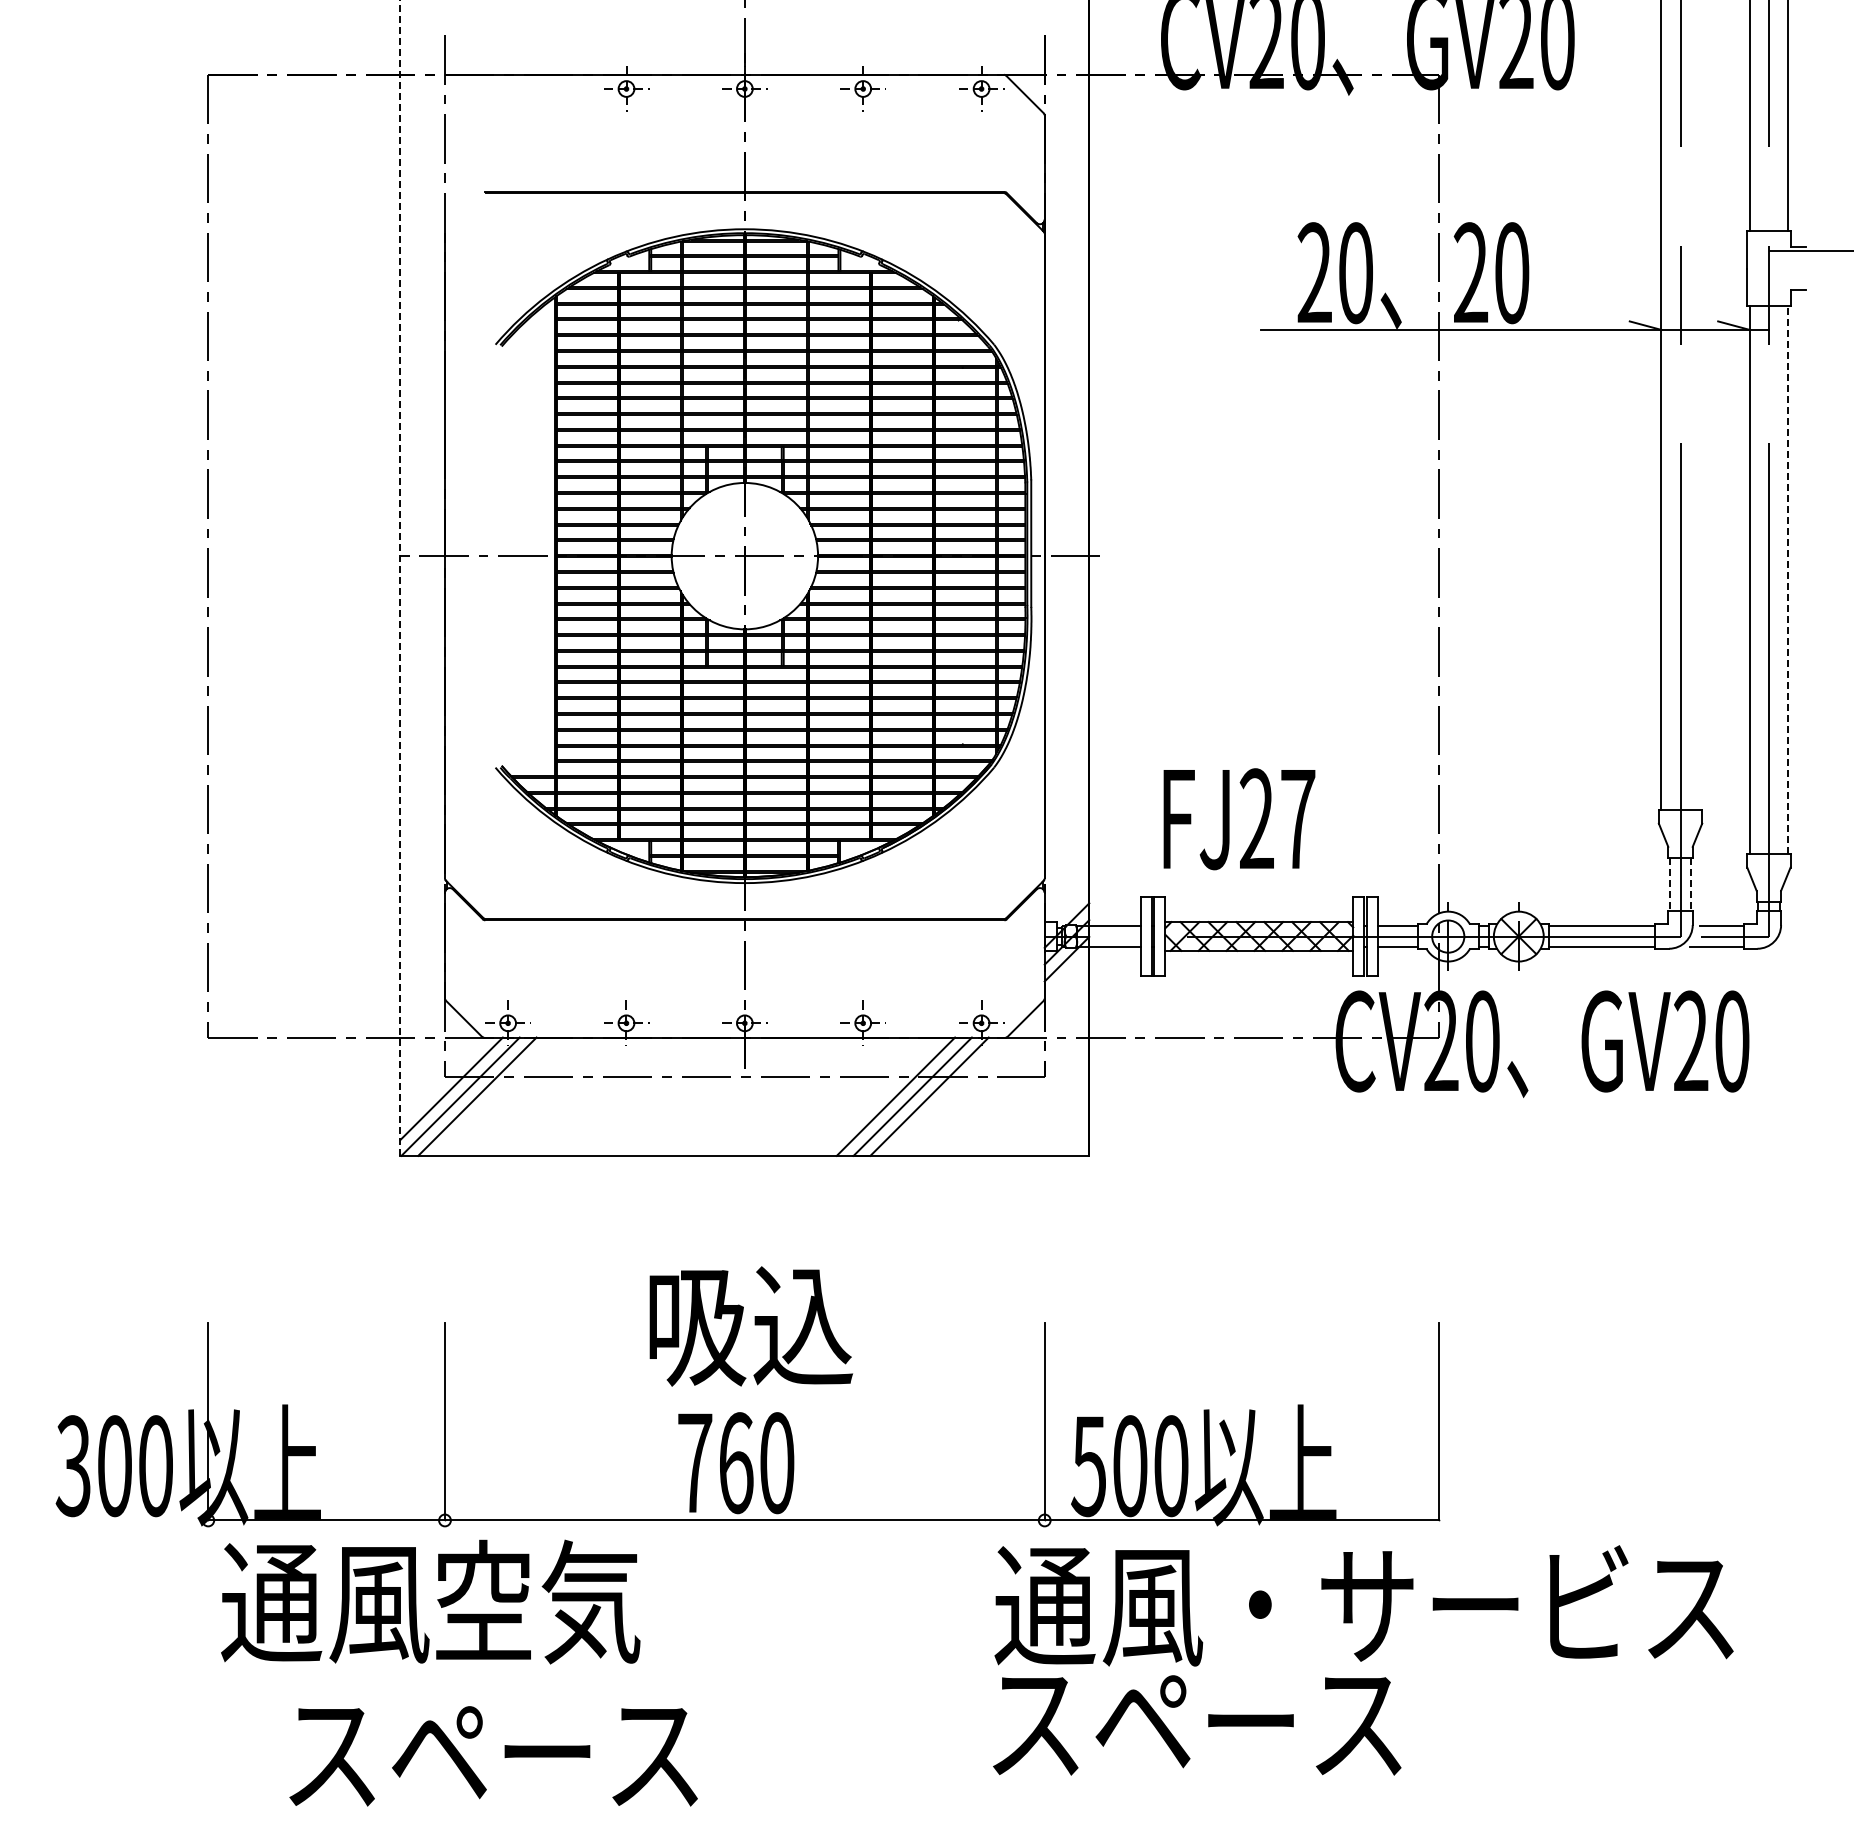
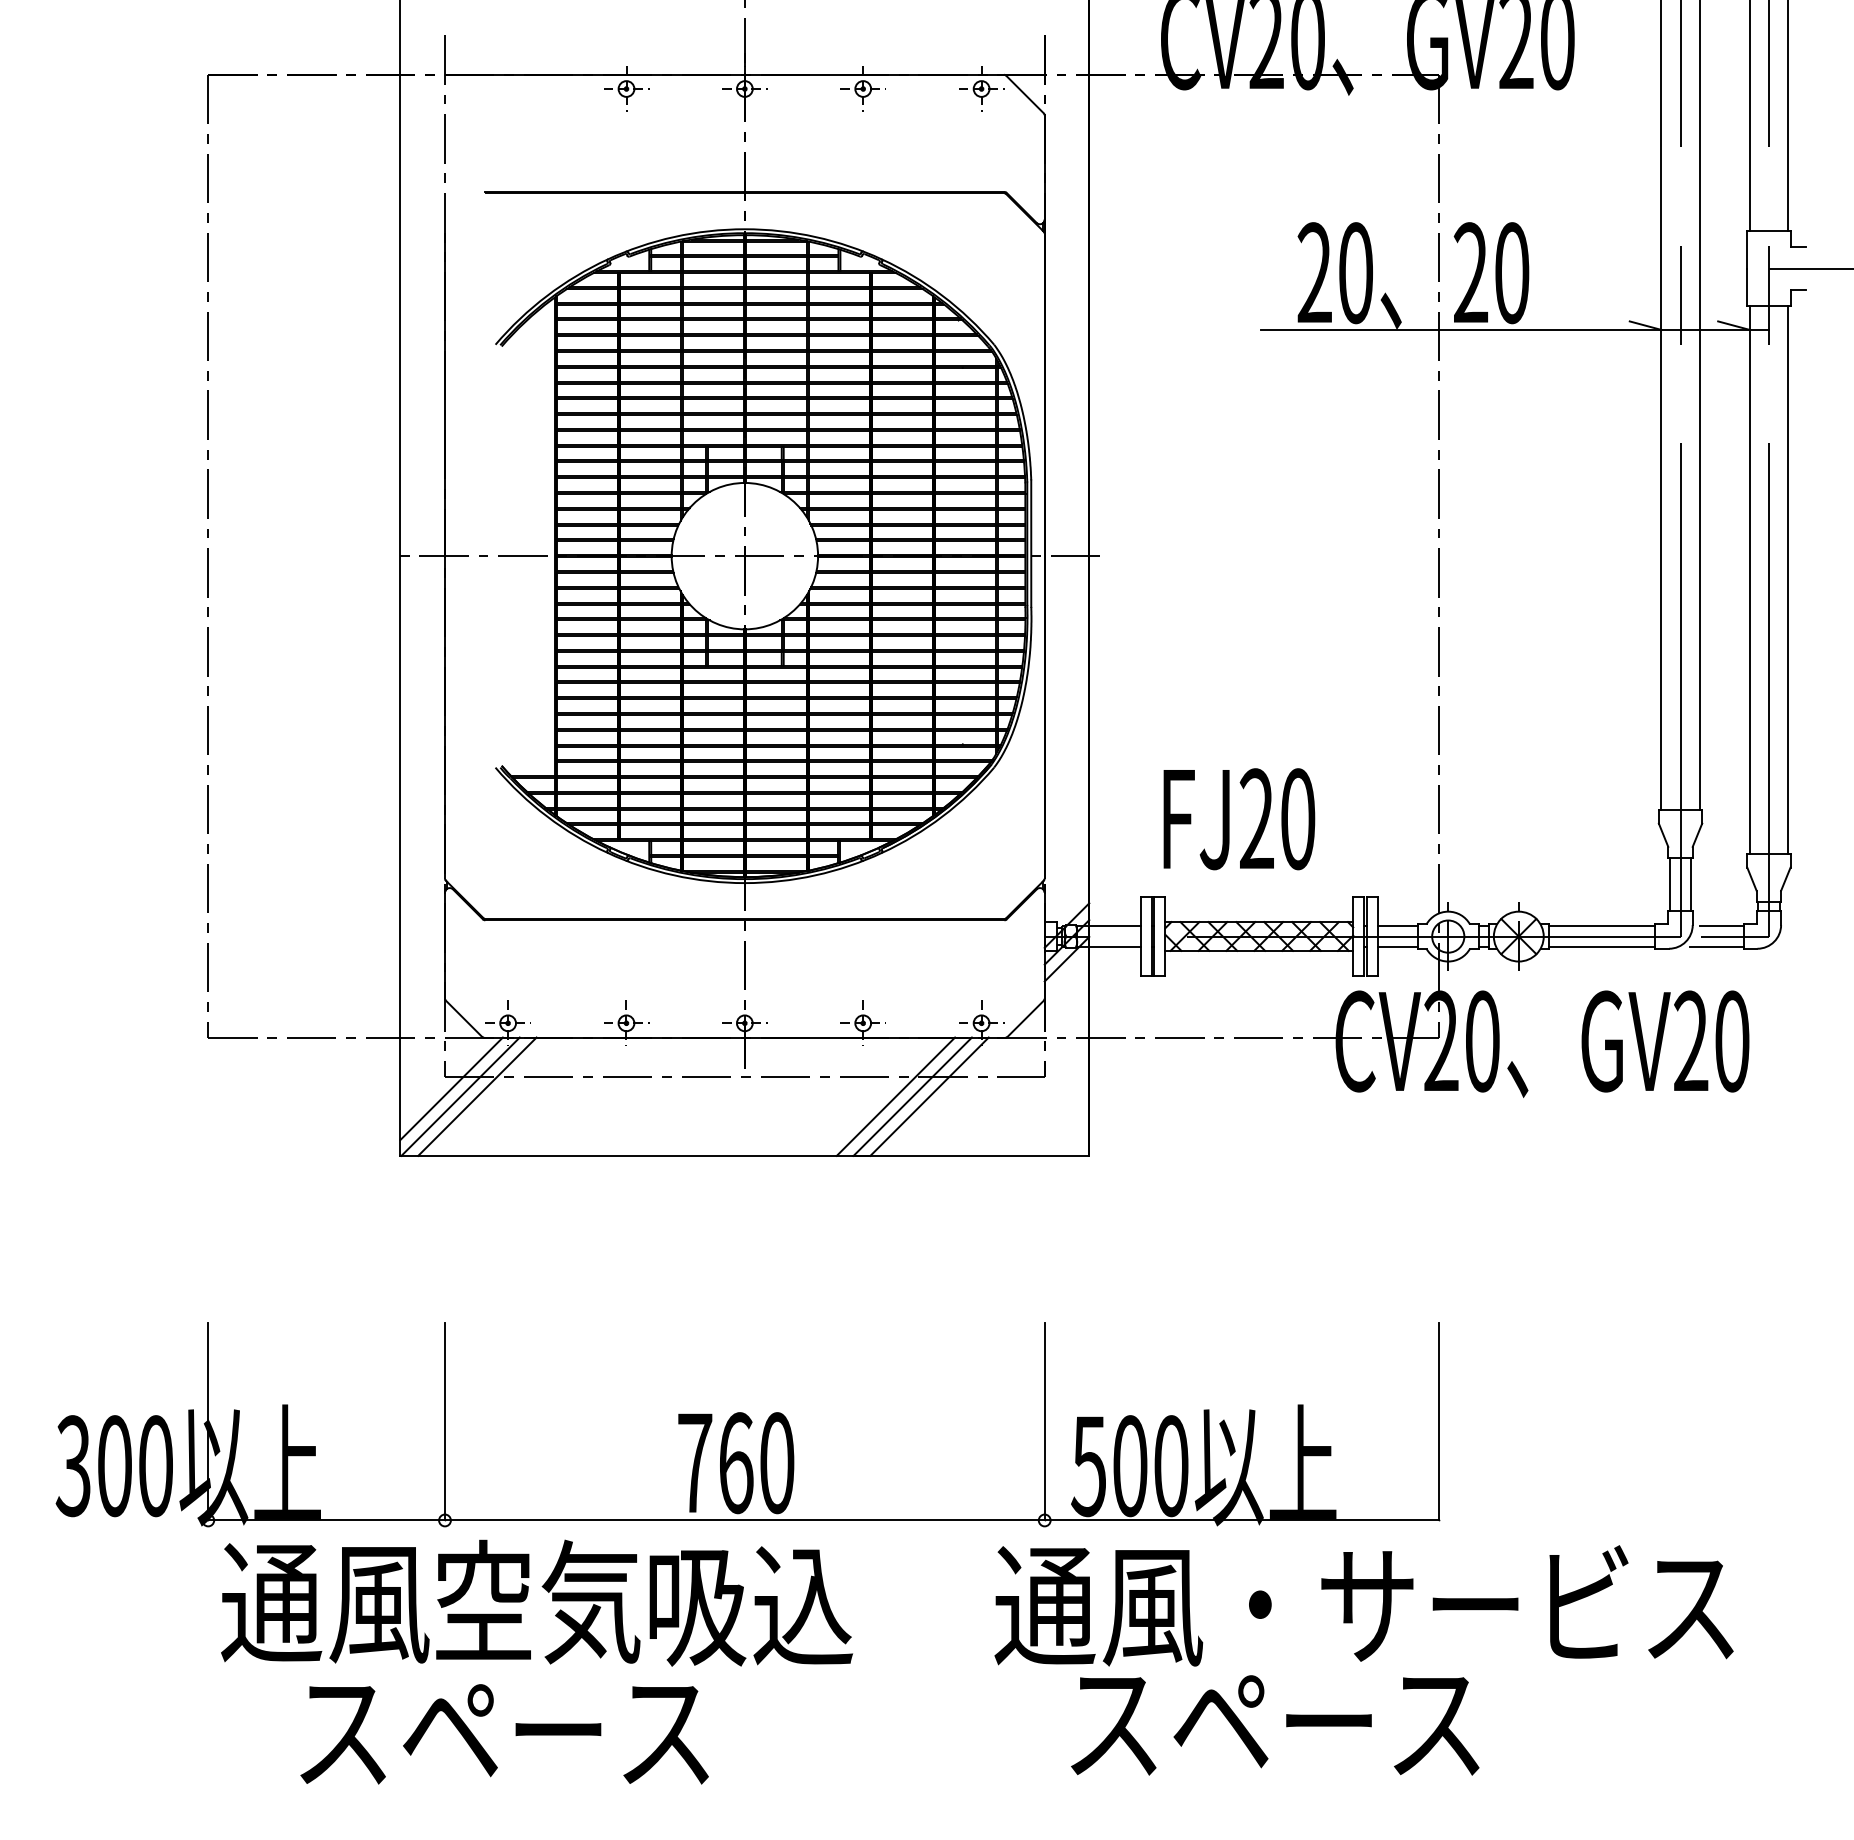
line at (1809, 250) position: (1809, 250) -> (1809, 268)
line at (1699, 405): none -> present
line at (400, 577): dashed -> solid
line at (1787, 579): dashed -> solid
text at (1298, 819): FJ27 -> FJ20
line at (1669, 884): dashed -> solid
line at (1691, 884): dashed -> solid
text at (751, 1326) position: (751, 1326) -> (751, 1606)
text at (1197, 1725) position: (1197, 1725) -> (1275, 1725)
text at (493, 1756) position: (493, 1756) -> (504, 1734)
